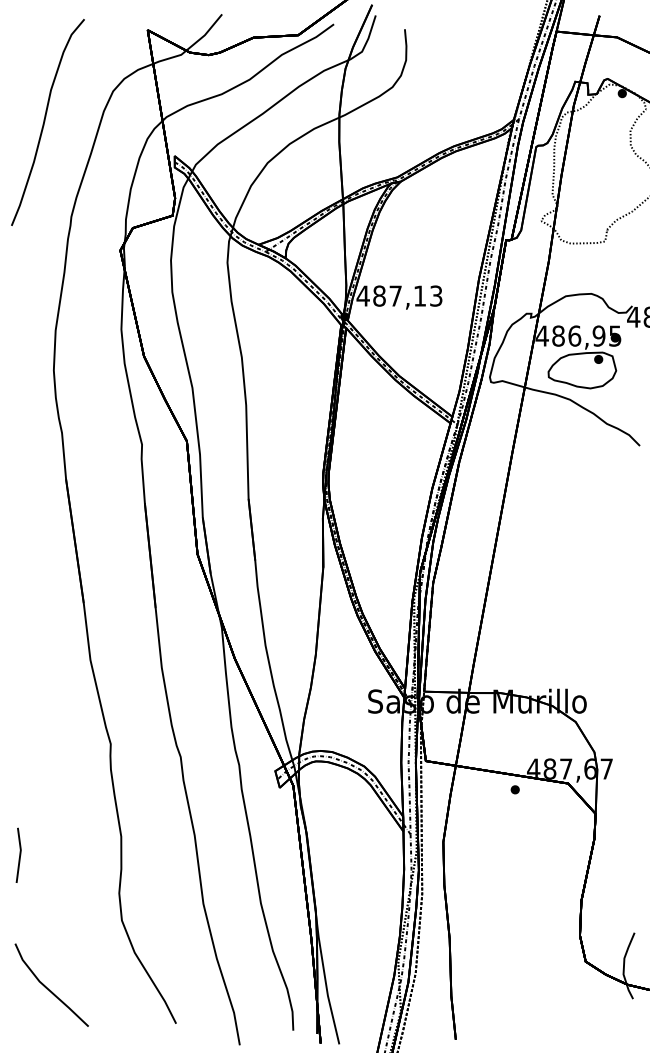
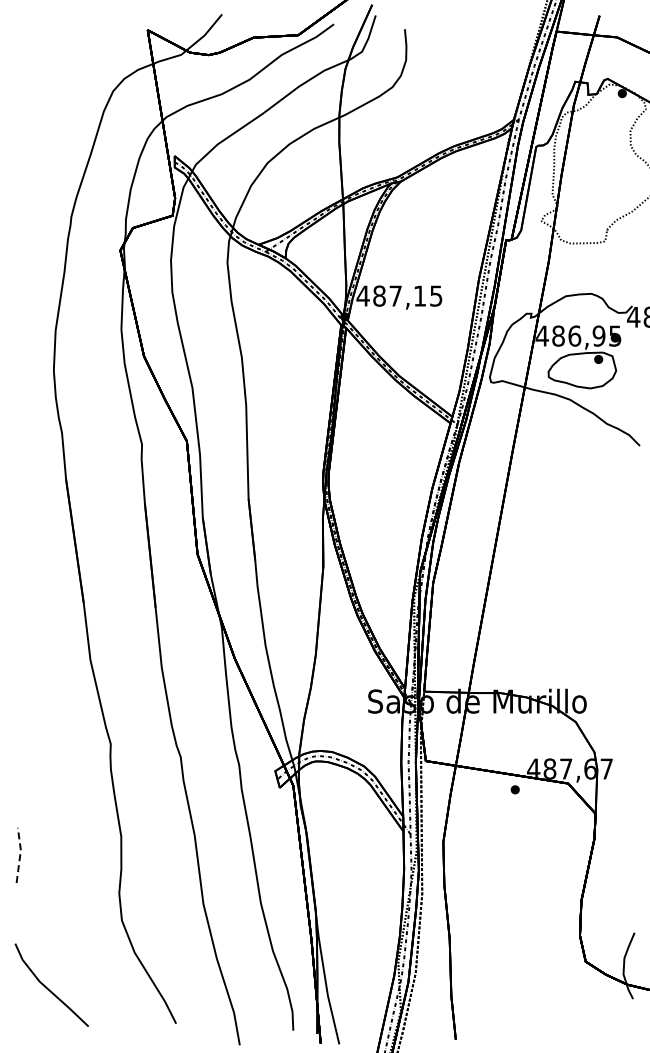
curve at (45, 121): present -> none
text at (436, 295): 487,13 -> 487,15
line at (20, 854): solid -> dashed
